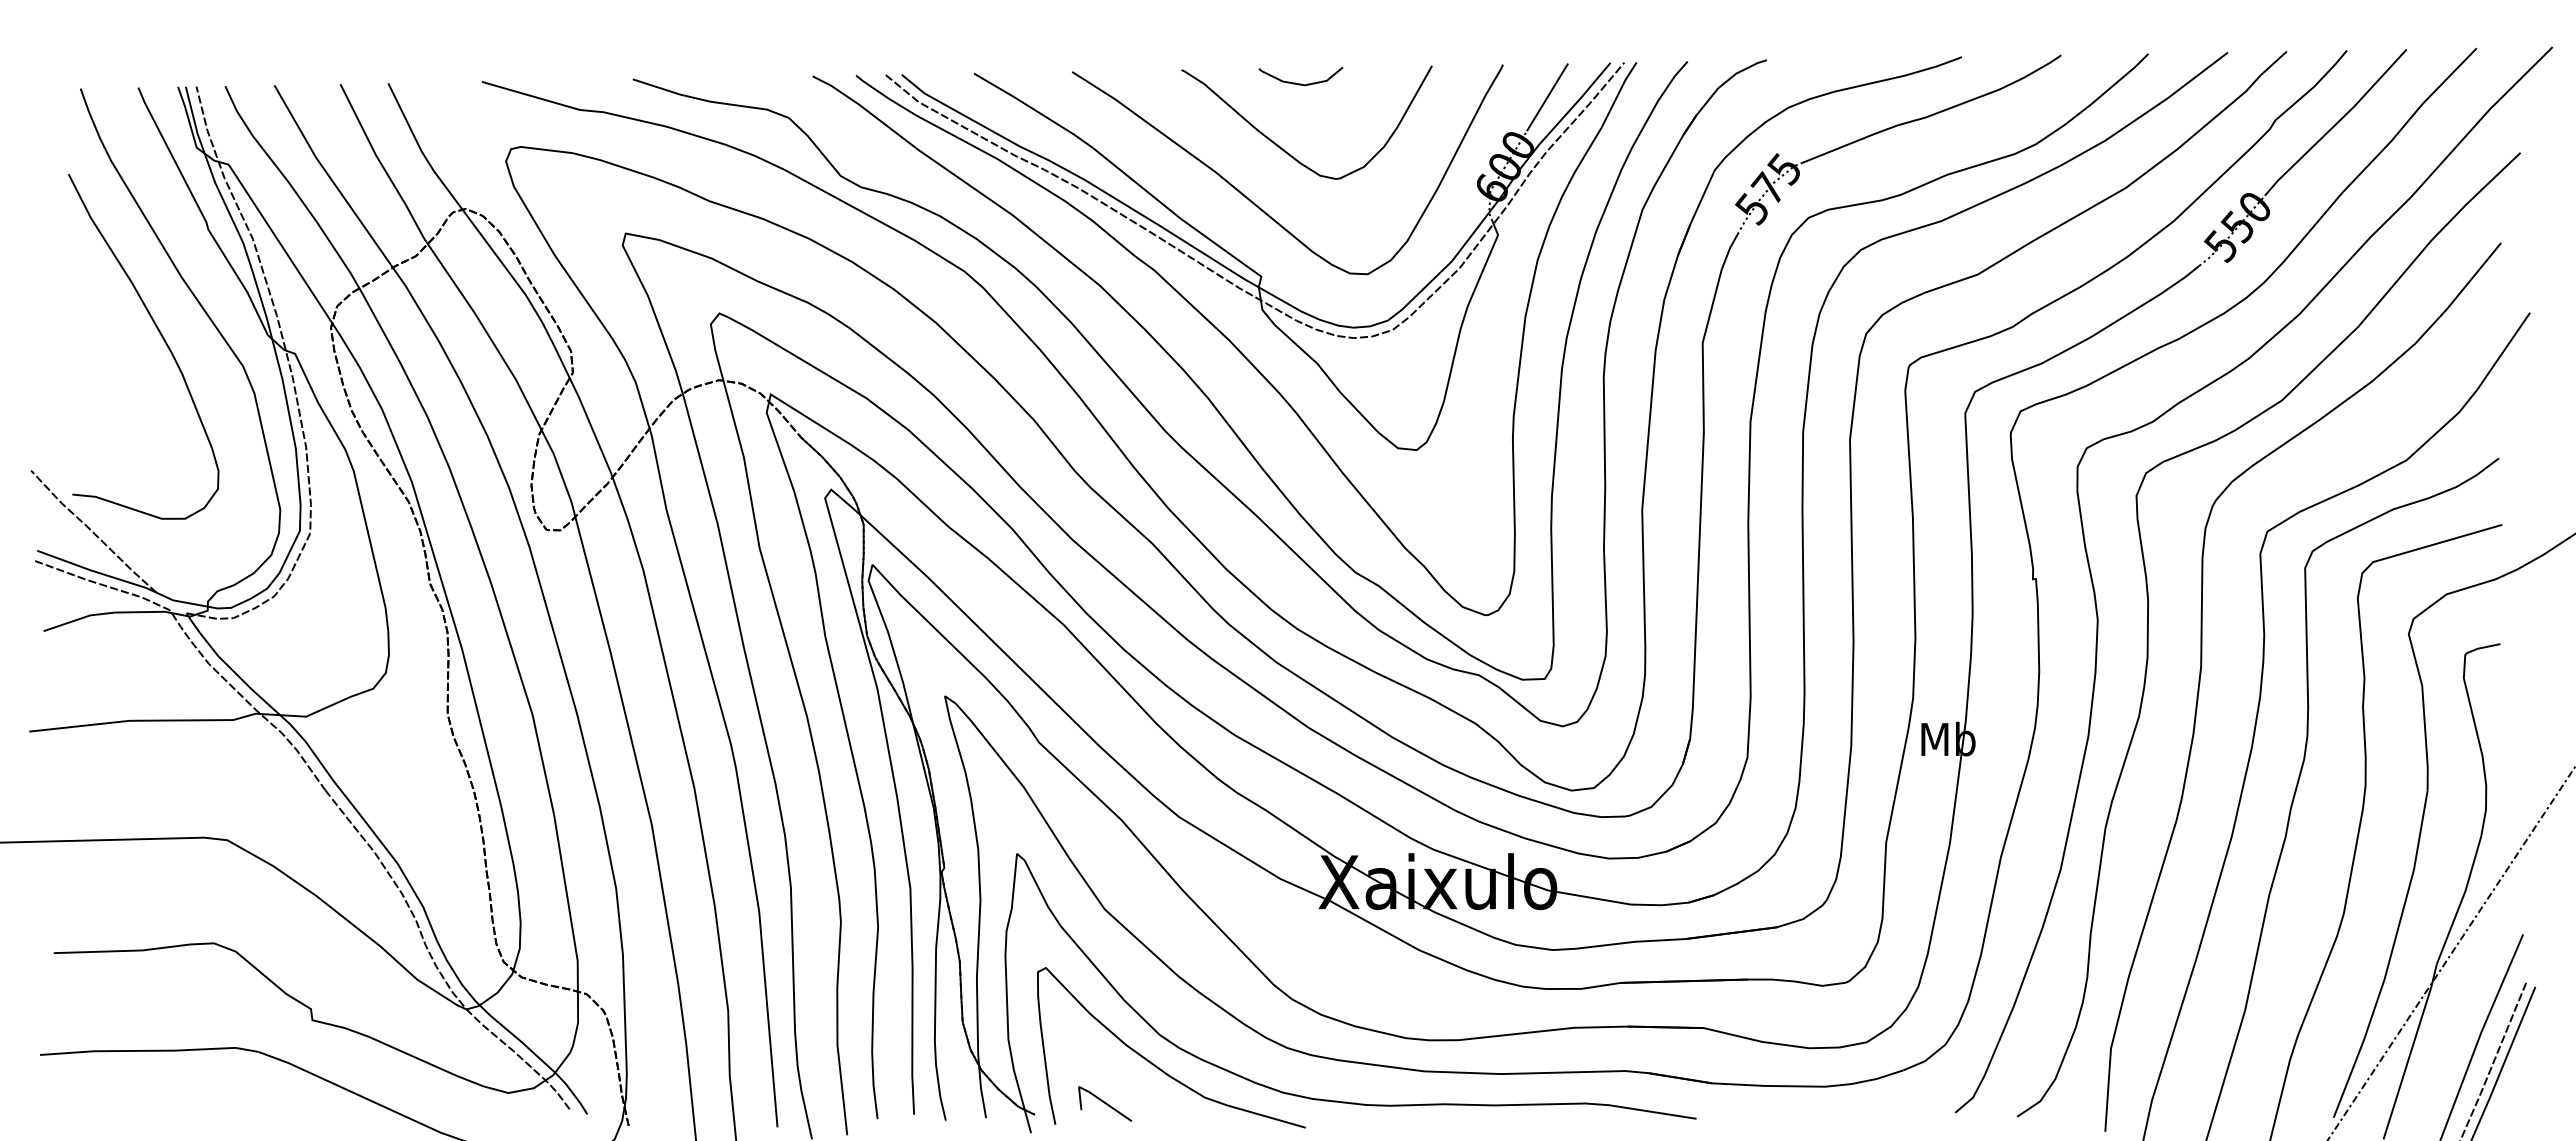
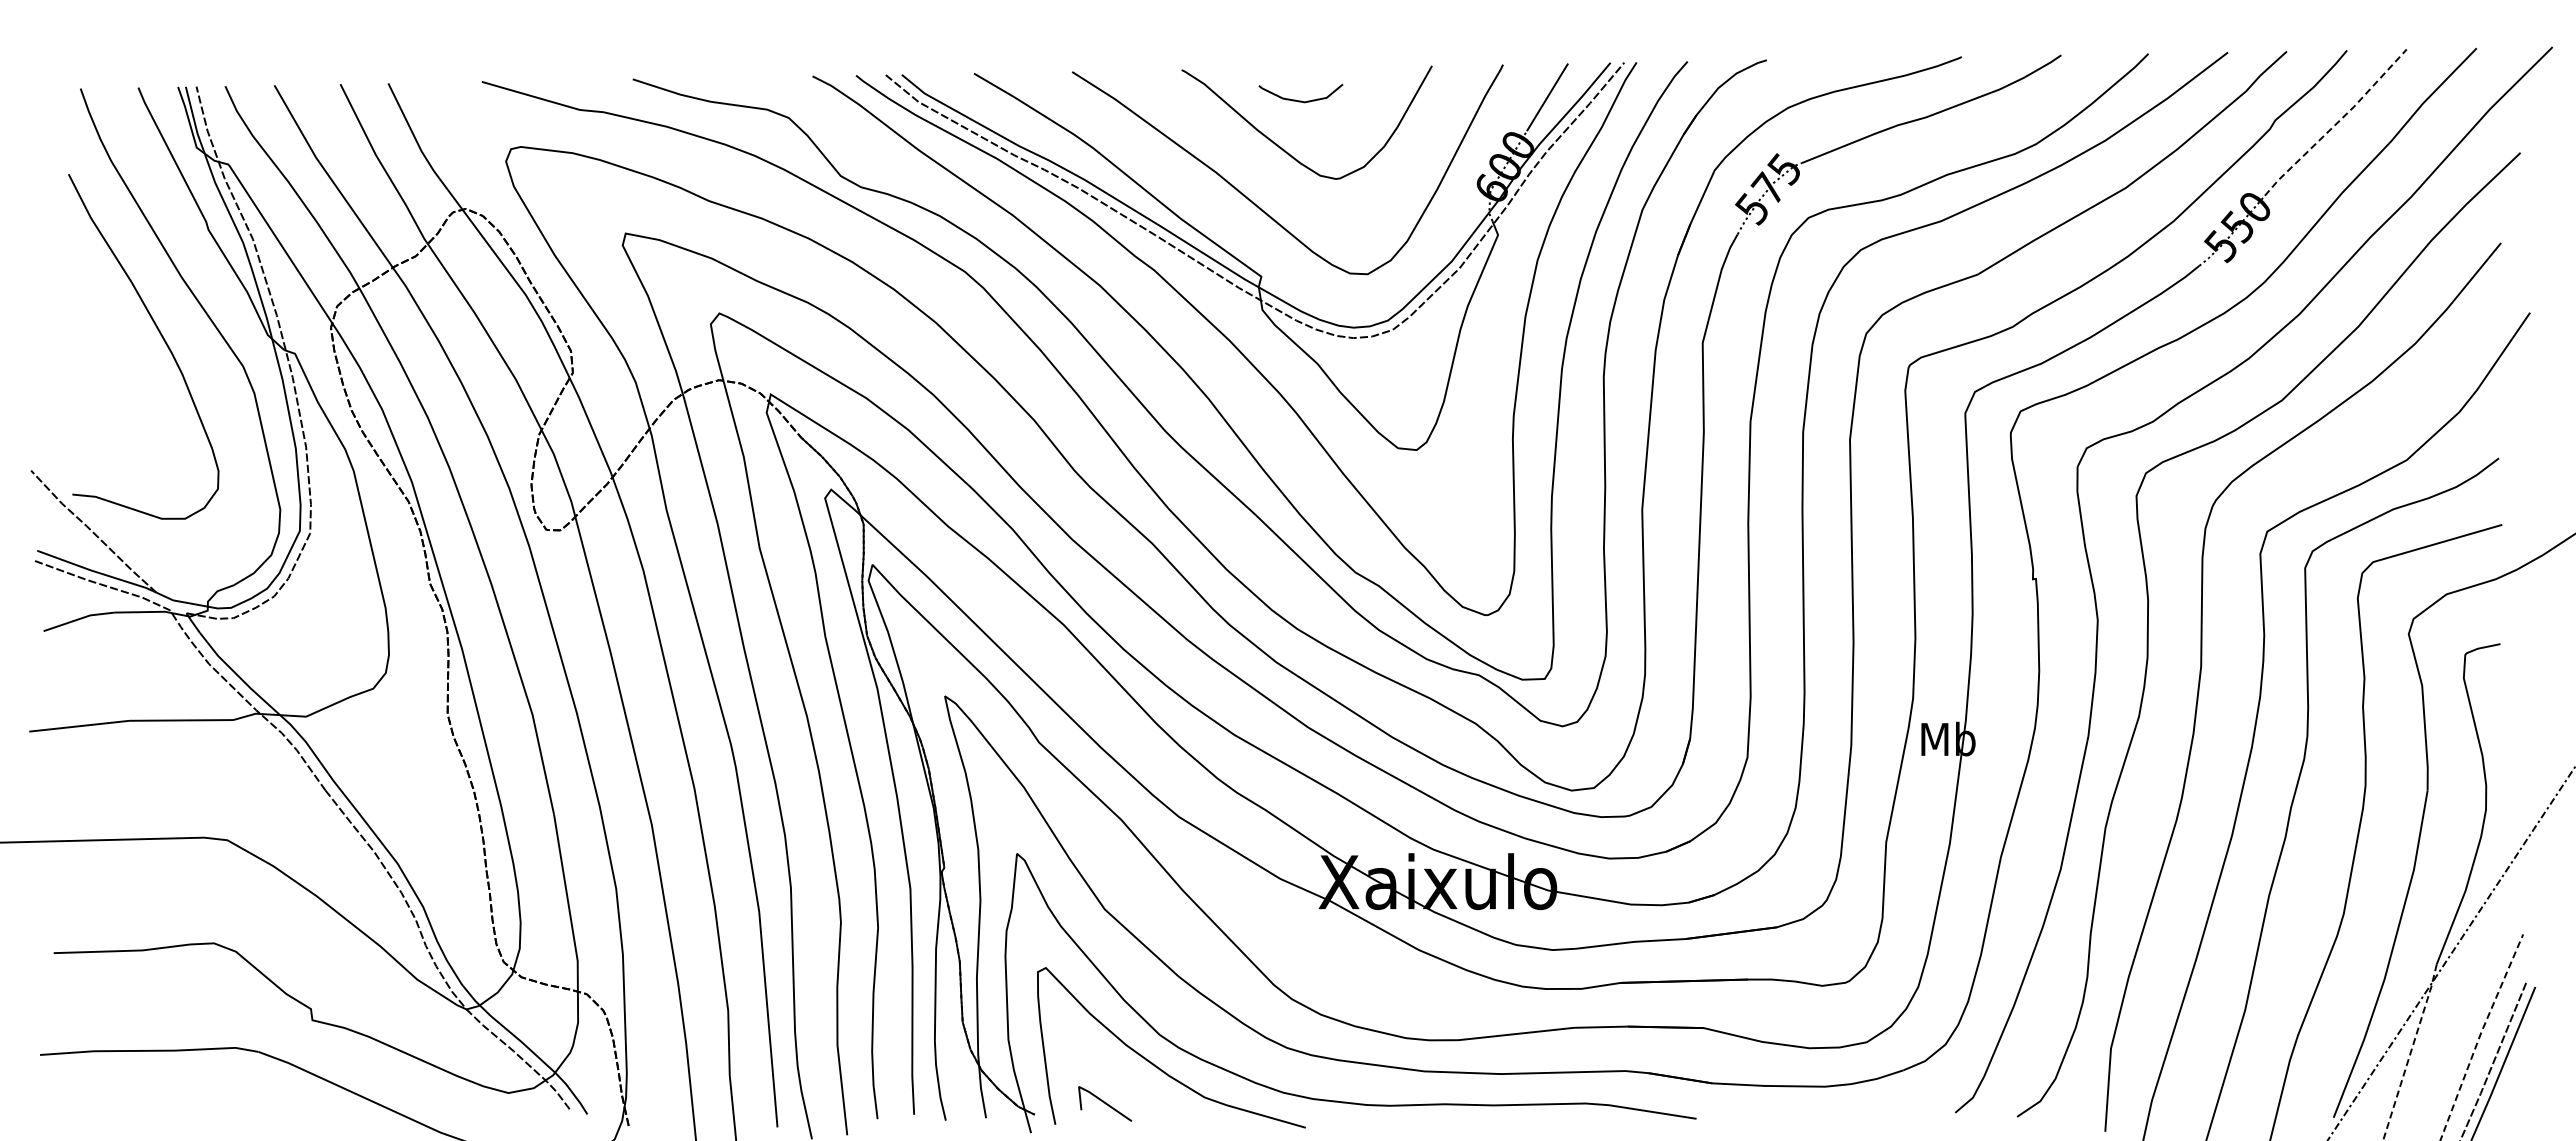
curve at (1300, 83) position: (1300, 83) -> (1300, 100)
line at (2336, 123): solid -> dashed
line at (2479, 1036): solid -> dashed
line at (2411, 1050): solid -> dashed
